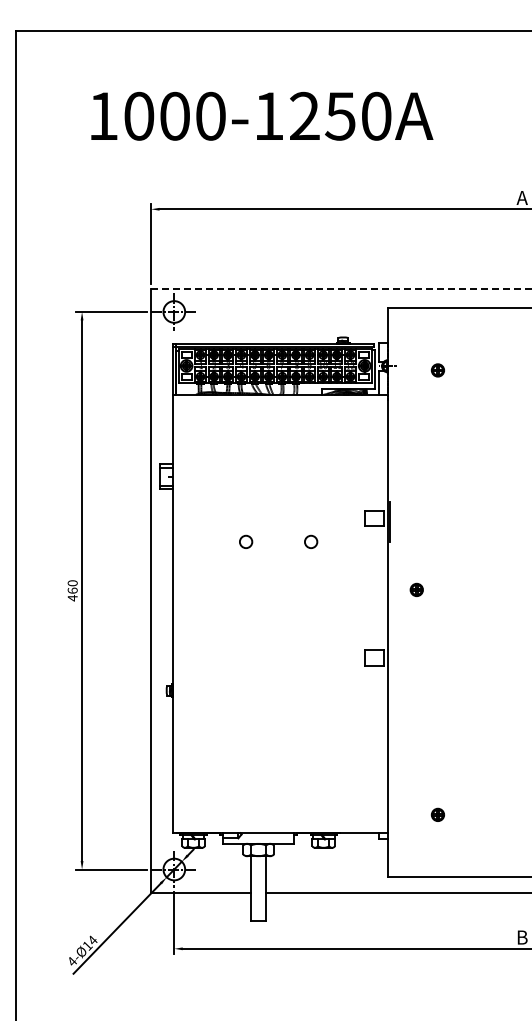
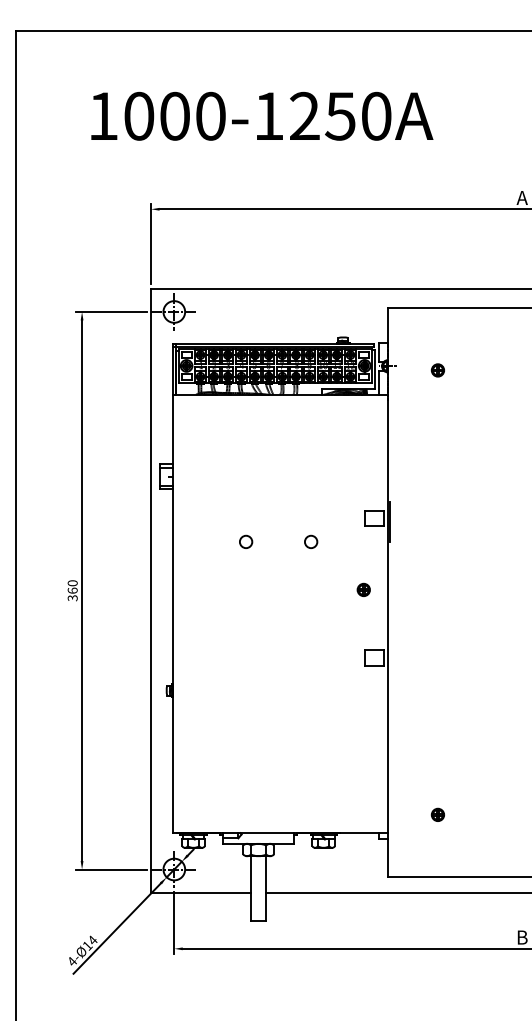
line at (341, 288): dashed -> solid
part at (416, 589) position: (416, 589) -> (363, 589)
text at (72, 597): 460 -> 360
